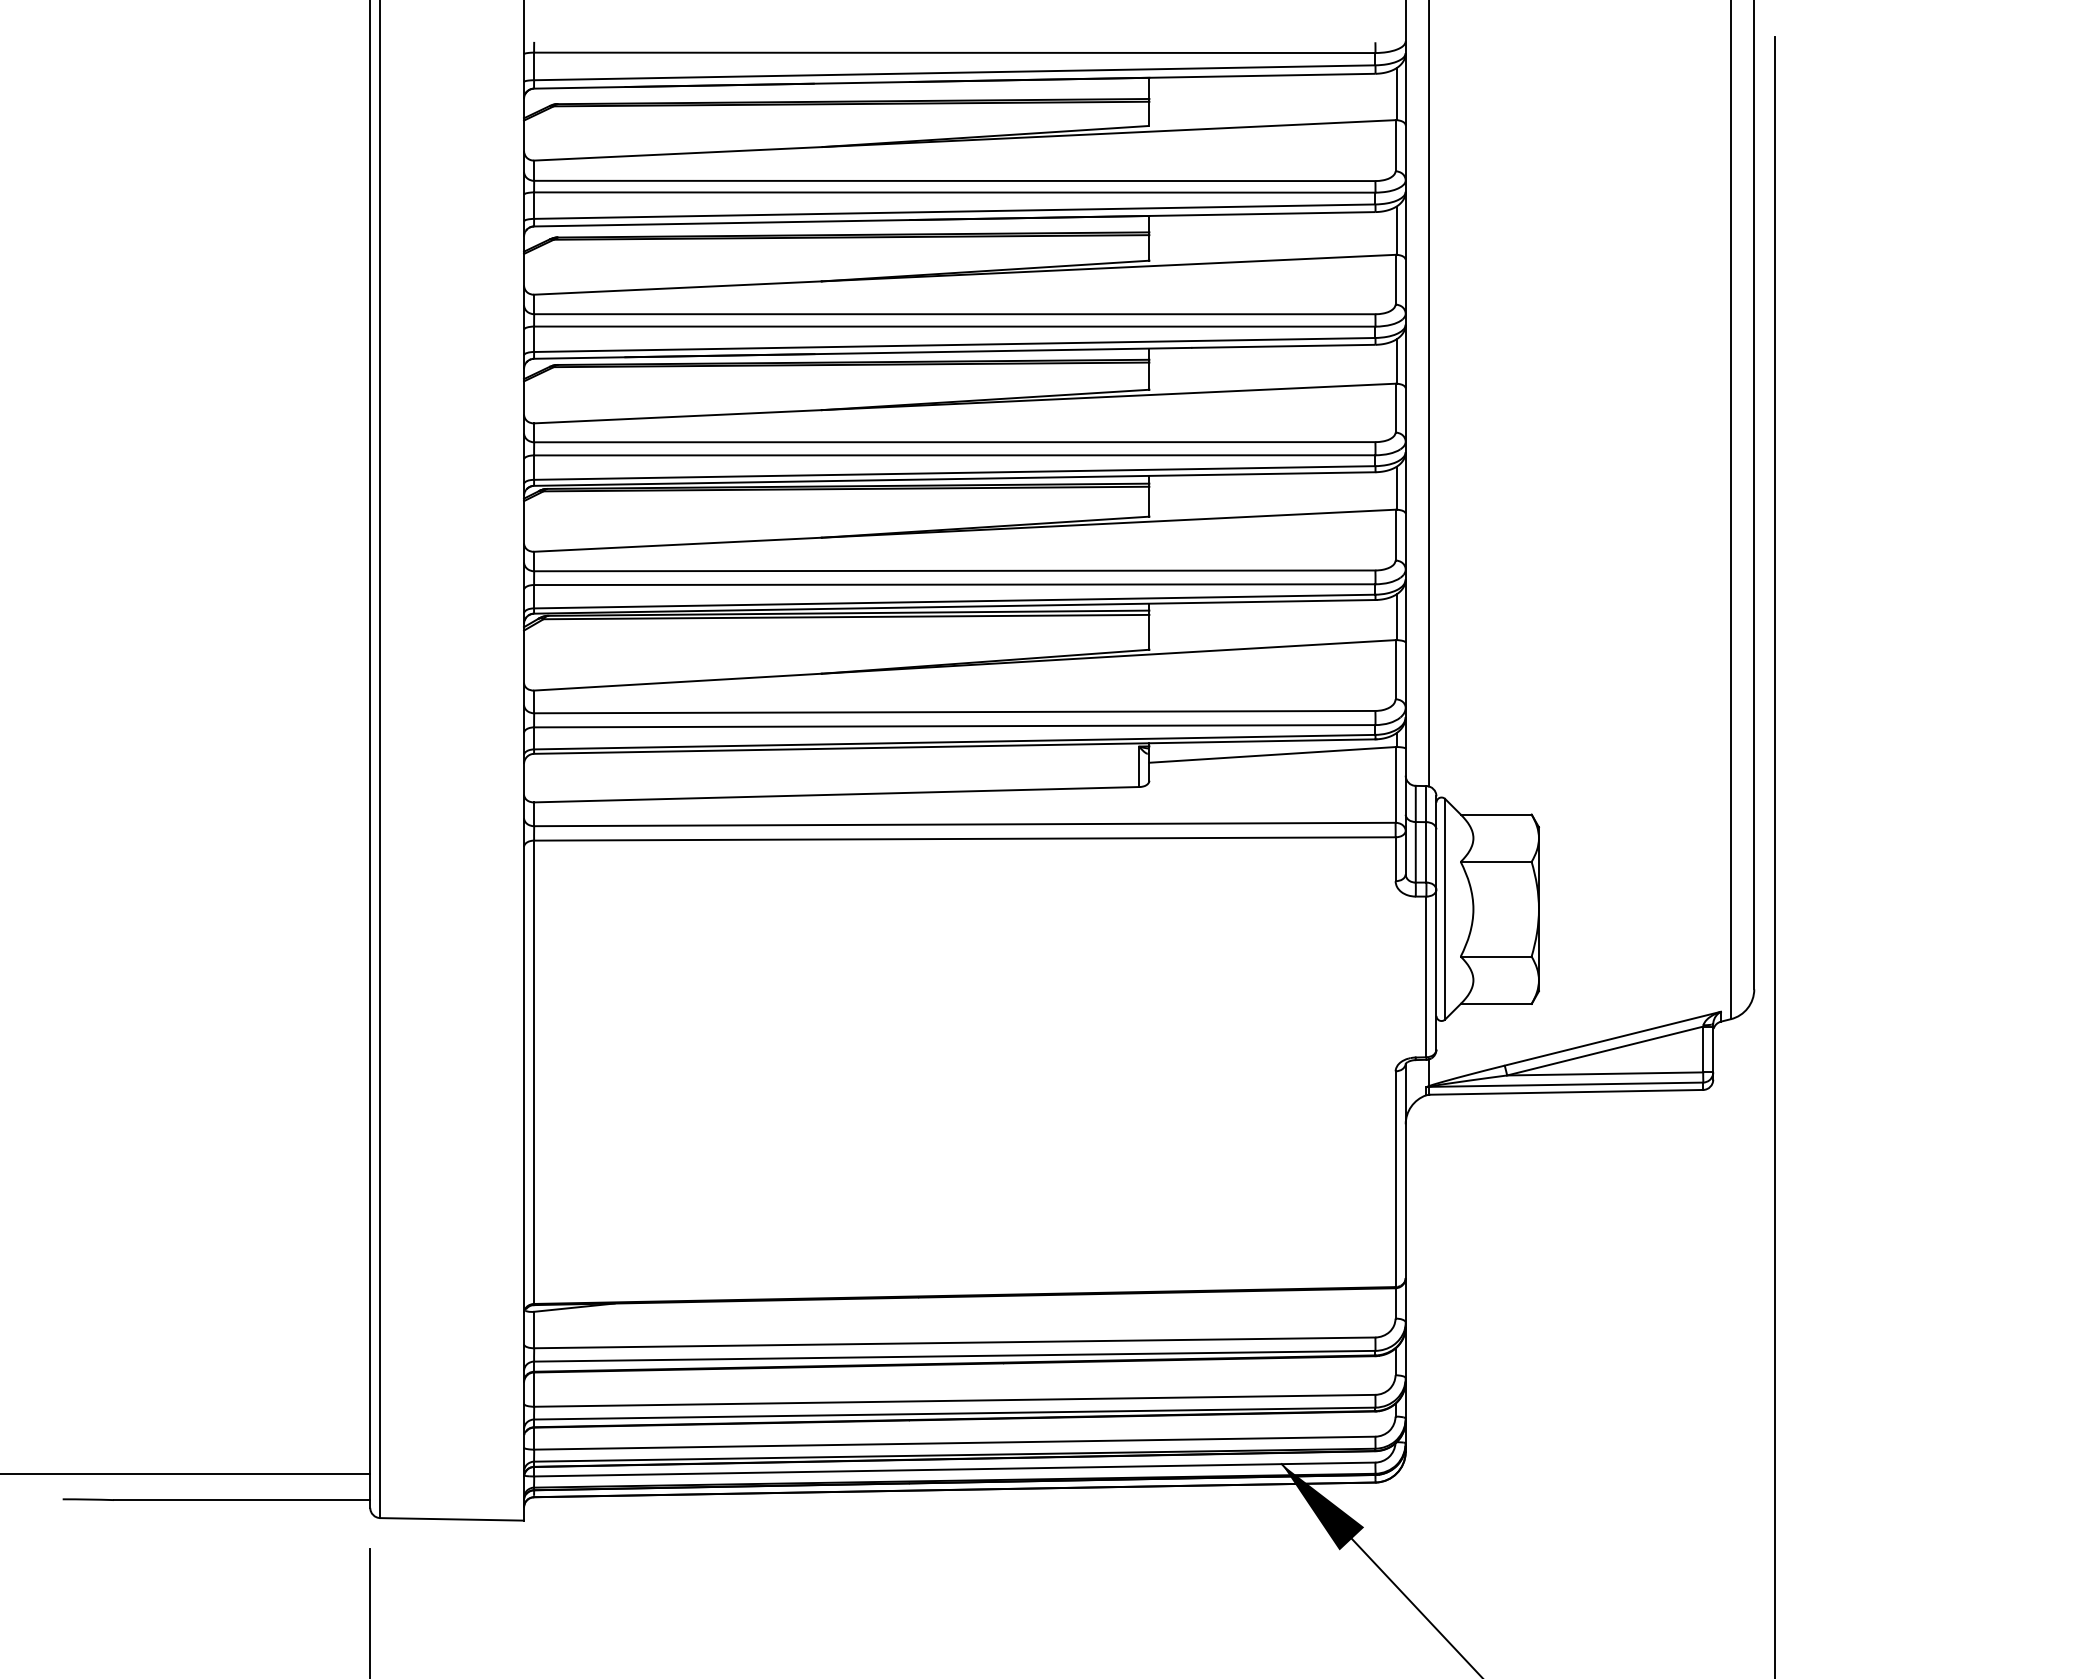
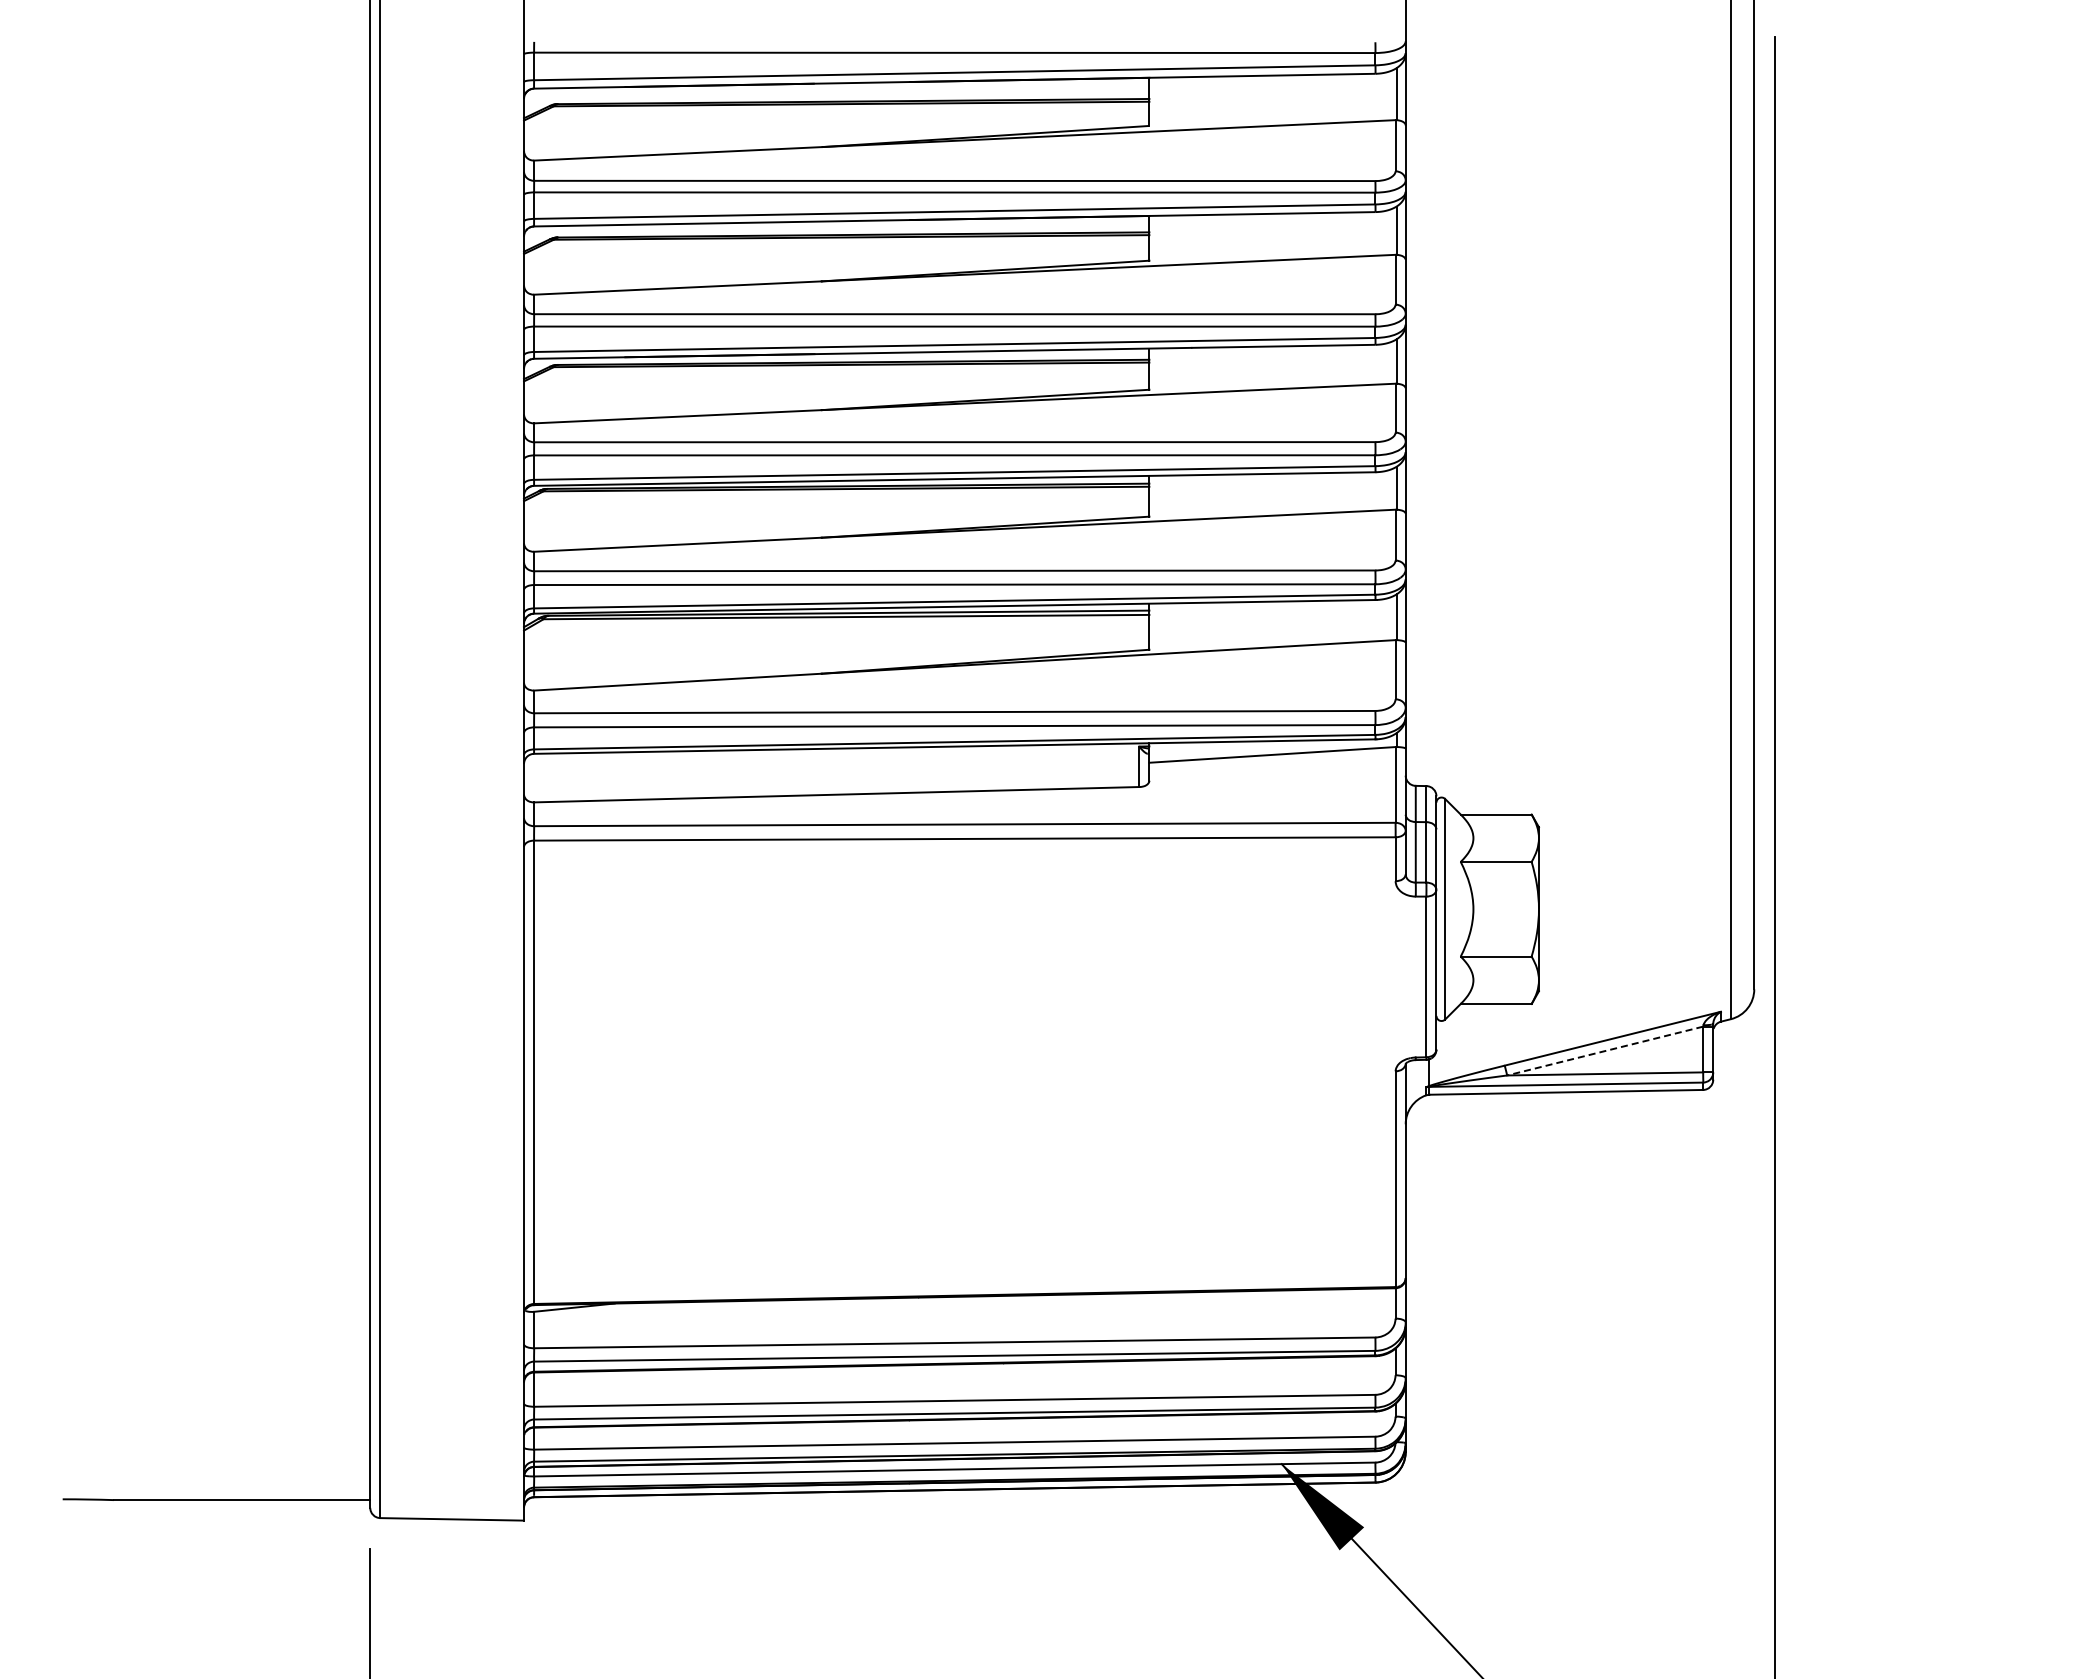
line at (1429, 394): present -> none
line at (1605, 1051): solid -> dashed
line at (186, 1473): present -> none
